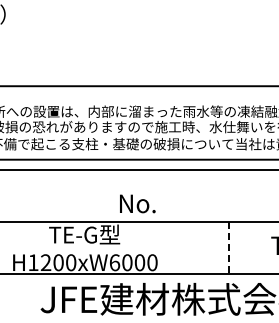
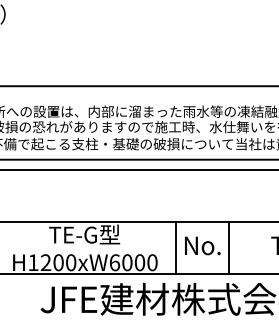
text at (137, 203) position: (137, 203) -> (202, 245)
line at (176, 248): none -> present
line at (228, 248): dashed -> solid
